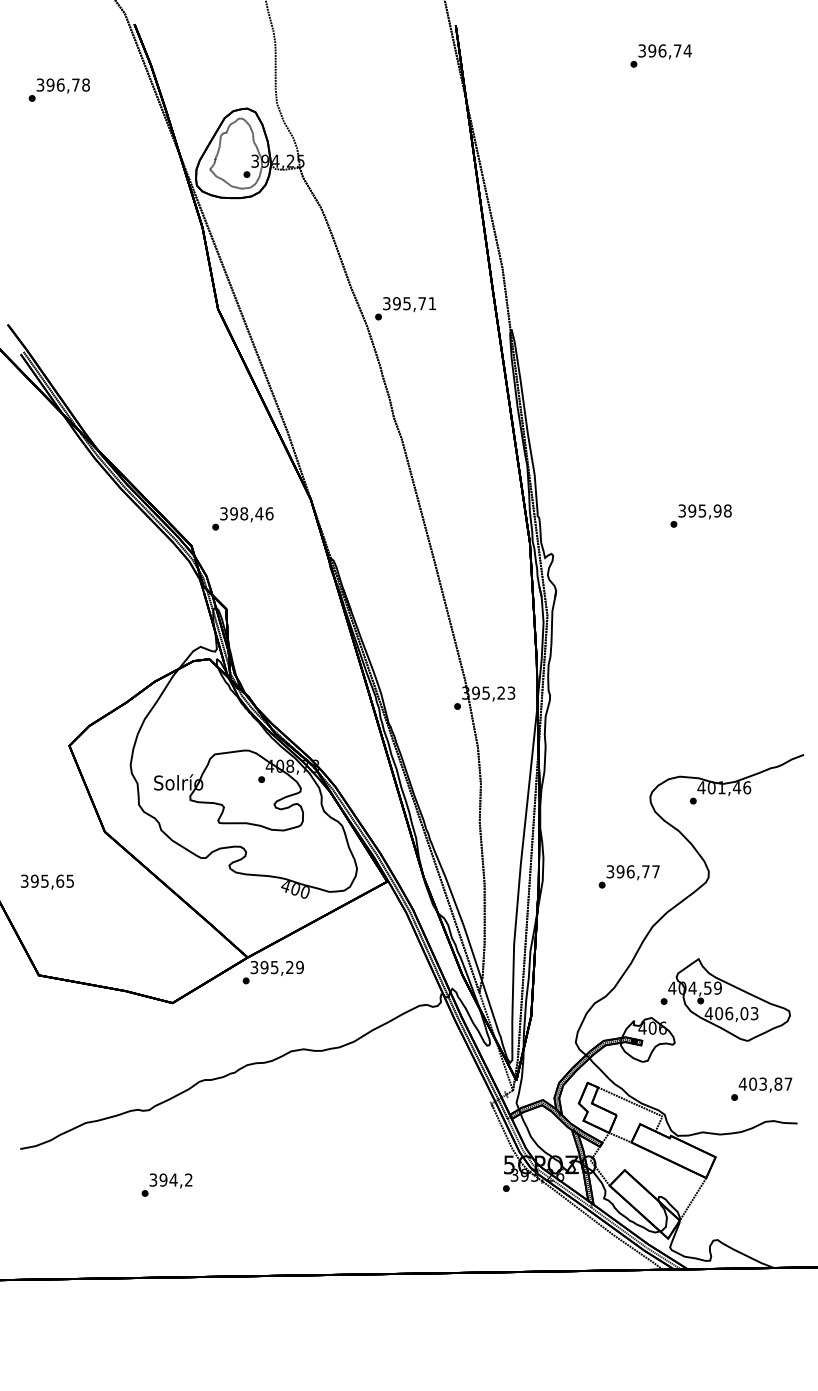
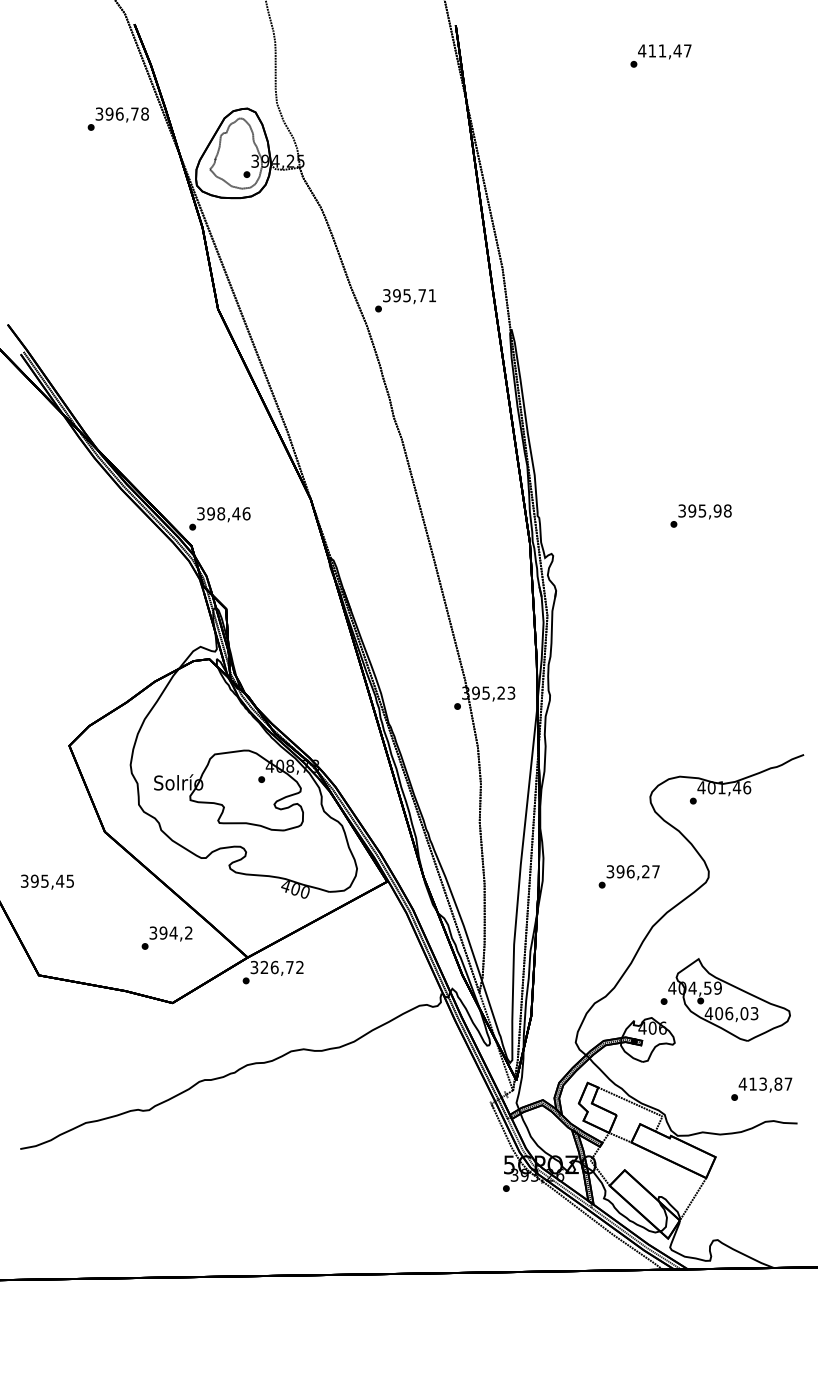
text at (664, 50): 396,74 -> 411,47
text at (58, 89) position: (58, 89) -> (117, 118)
text at (405, 308) position: (405, 308) -> (405, 300)
text at (242, 518) position: (242, 518) -> (219, 518)
text at (645, 871): 396,77 -> 396,27
text at (60, 880): 395,65 -> 395,45
text at (281, 967): 395,29 -> 326,72
text at (753, 1083): 403,87 -> 413,87
text at (166, 1184) position: (166, 1184) -> (166, 937)
